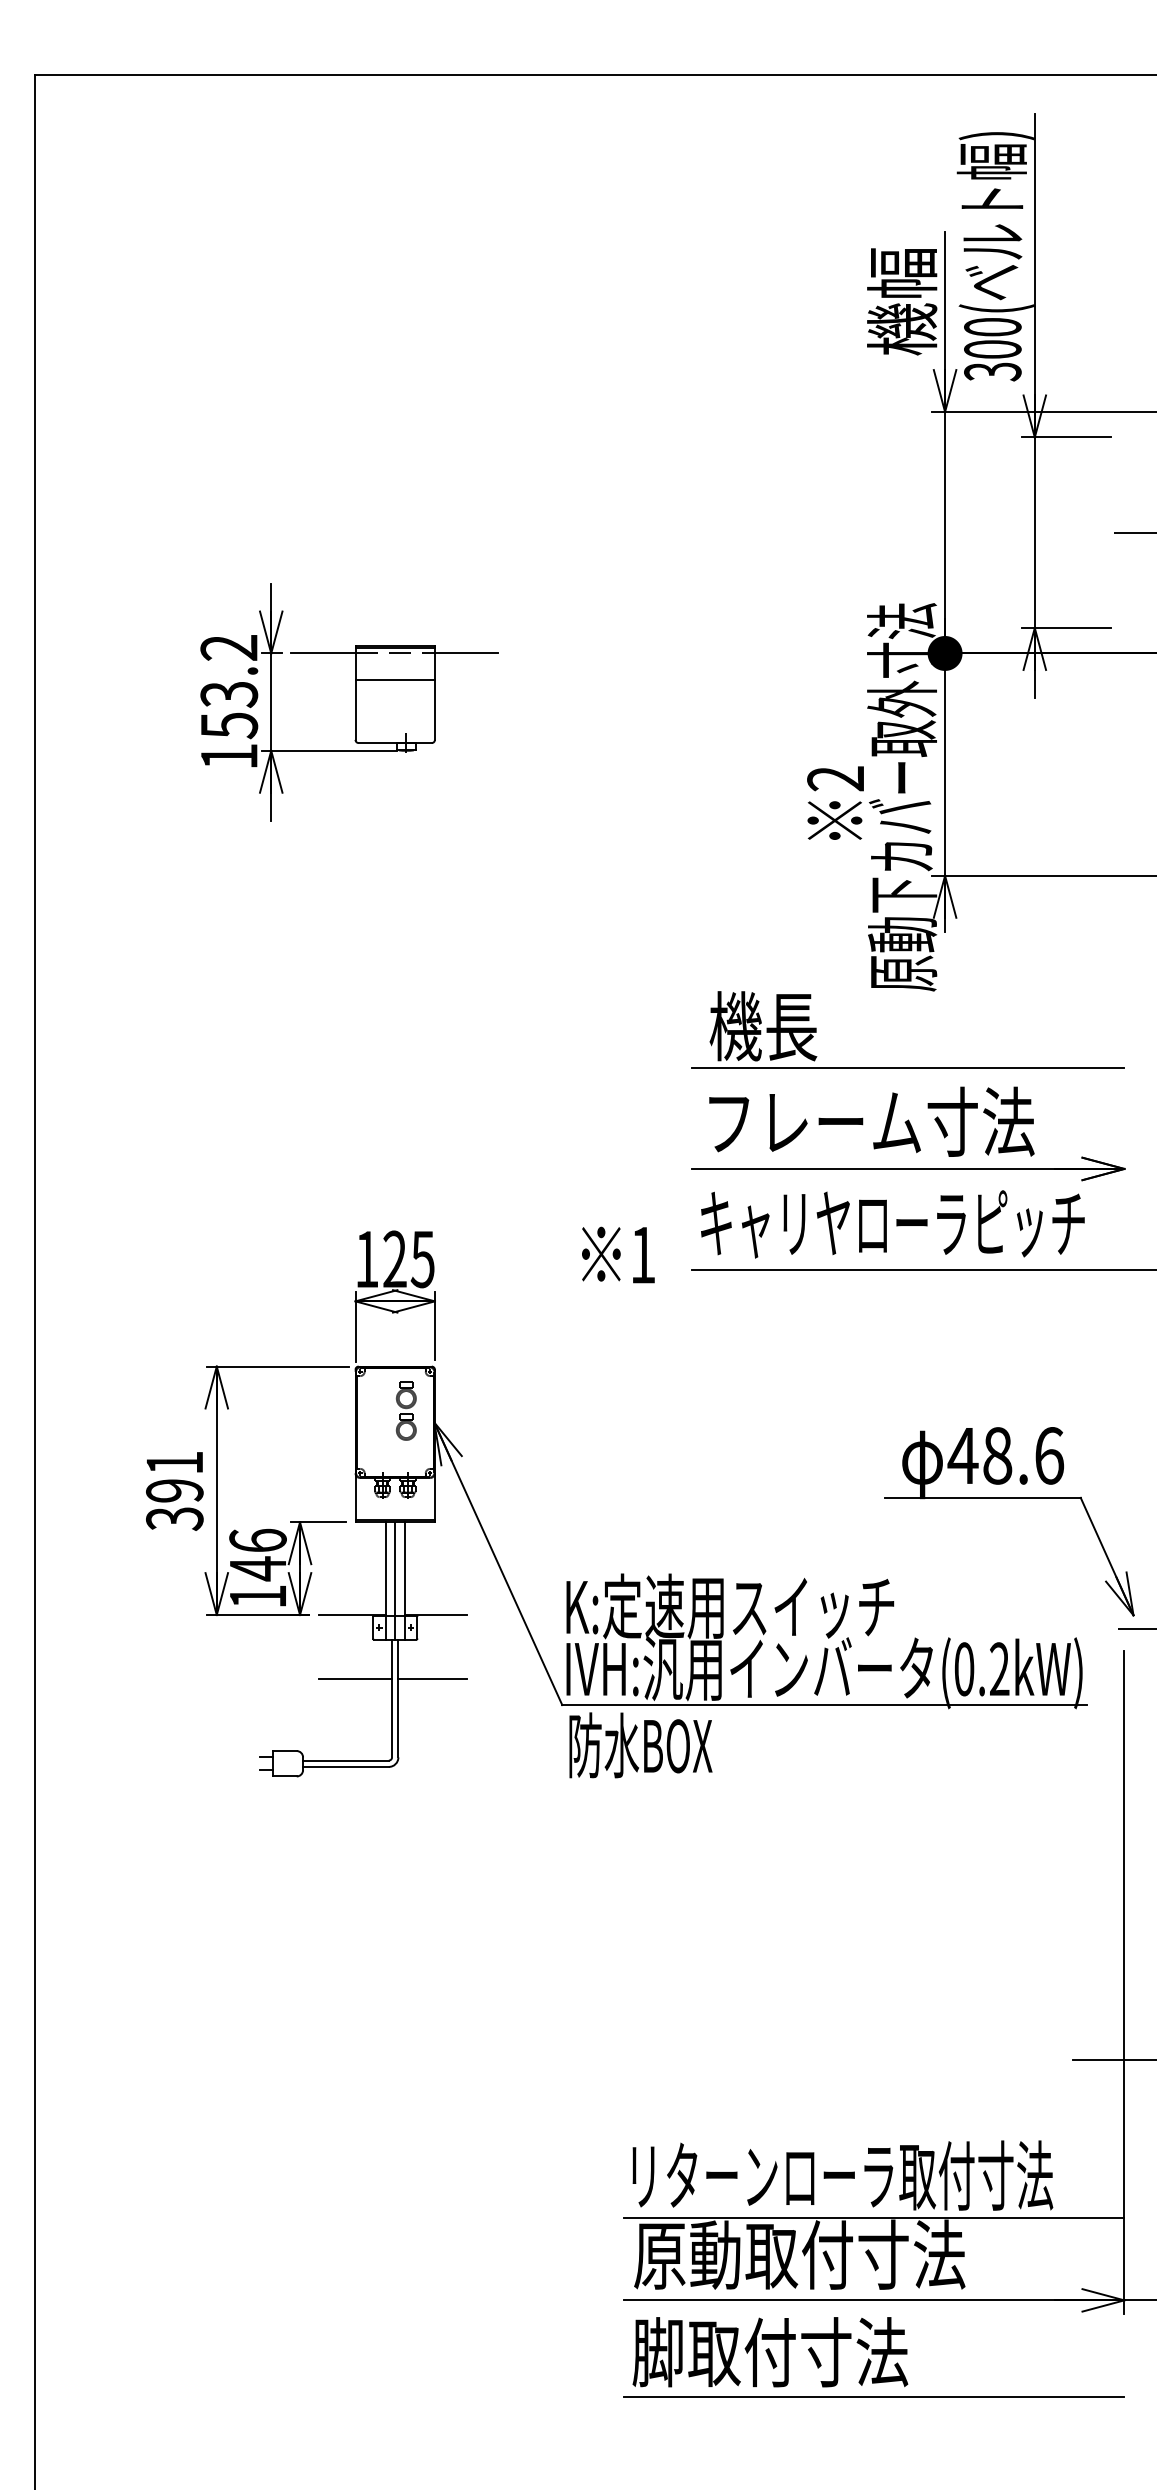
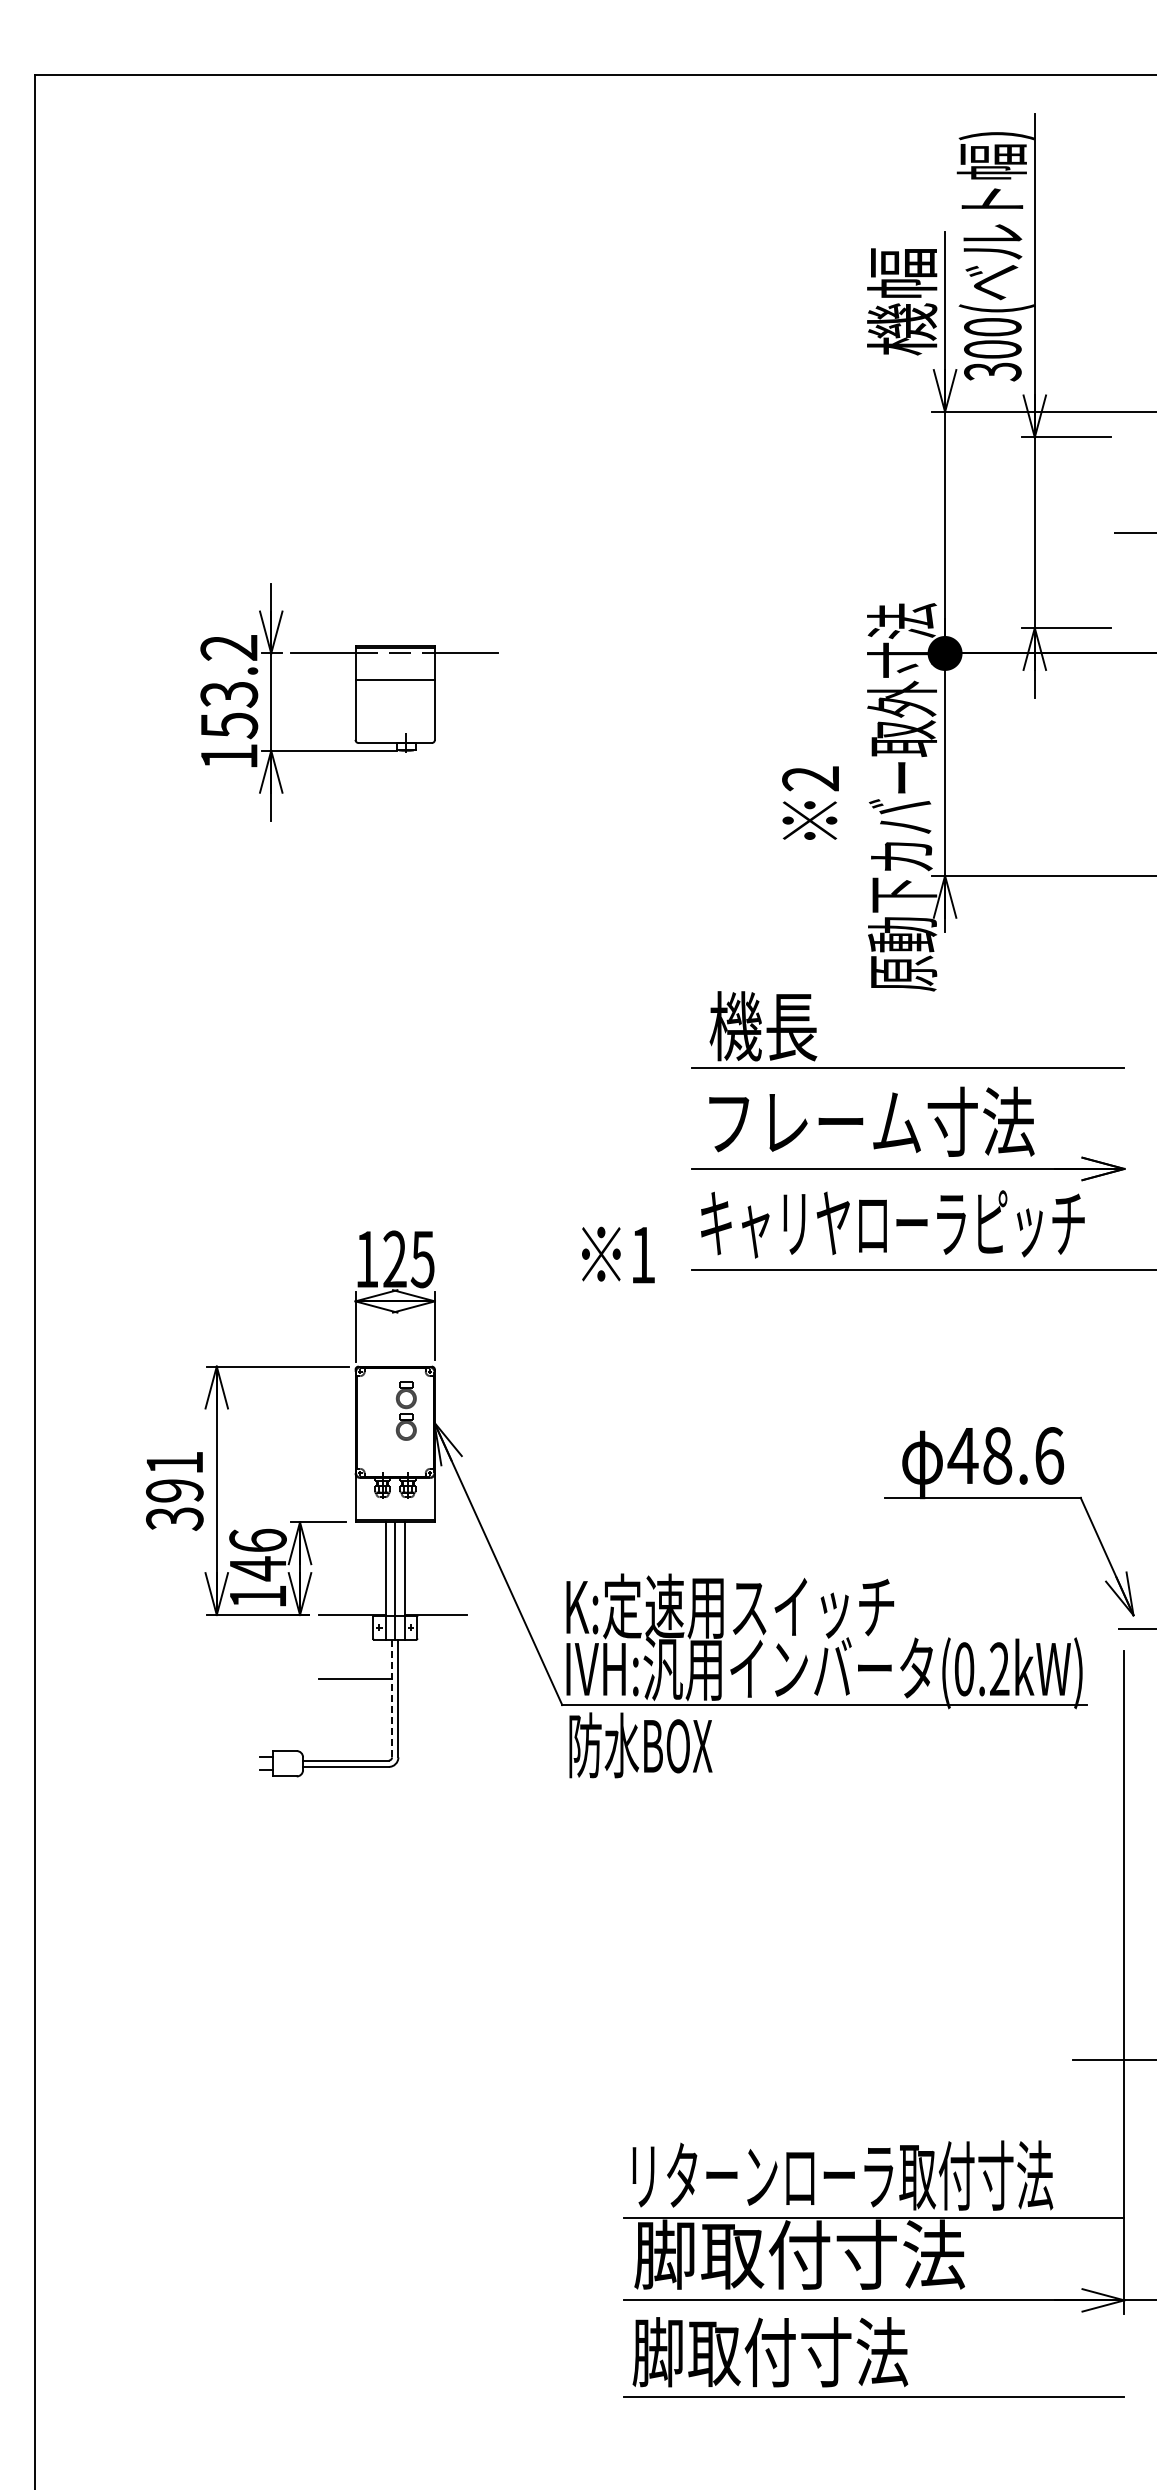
text at (835, 802) position: (835, 802) -> (810, 802)
line at (432, 1678): present -> none
line at (392, 1698): solid -> dashed
text at (799, 2254): 原動取付寸法 -> 脚取付寸法
